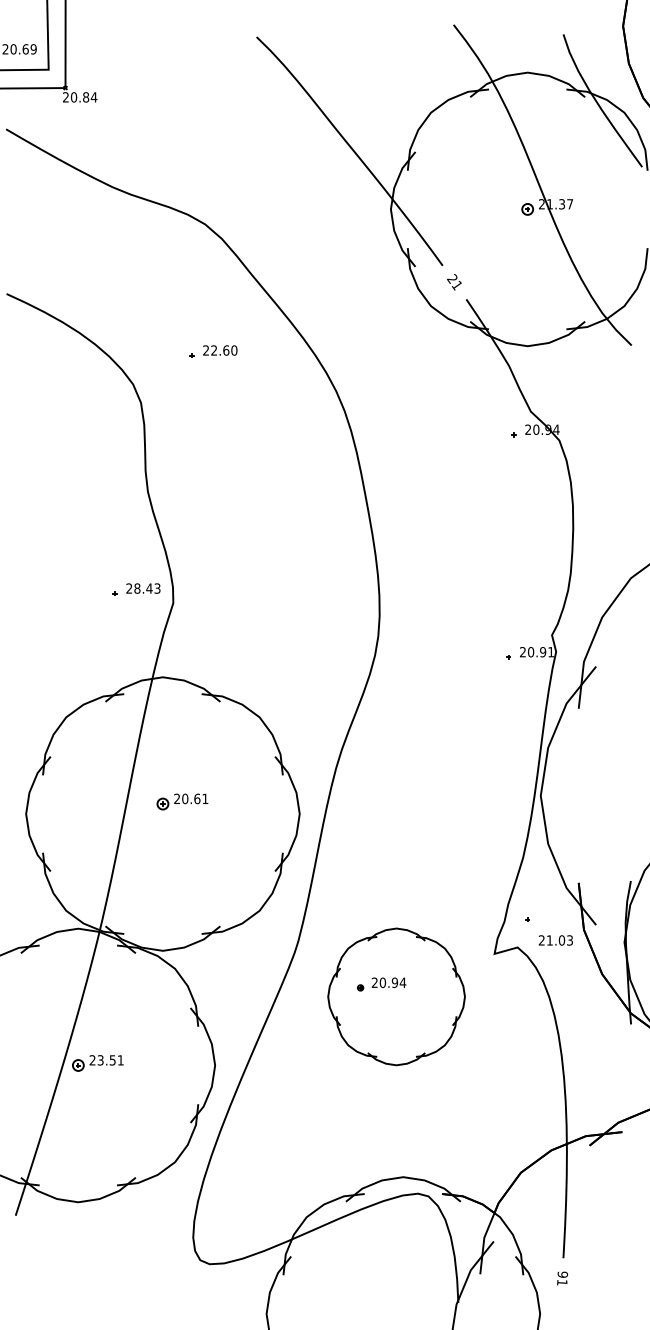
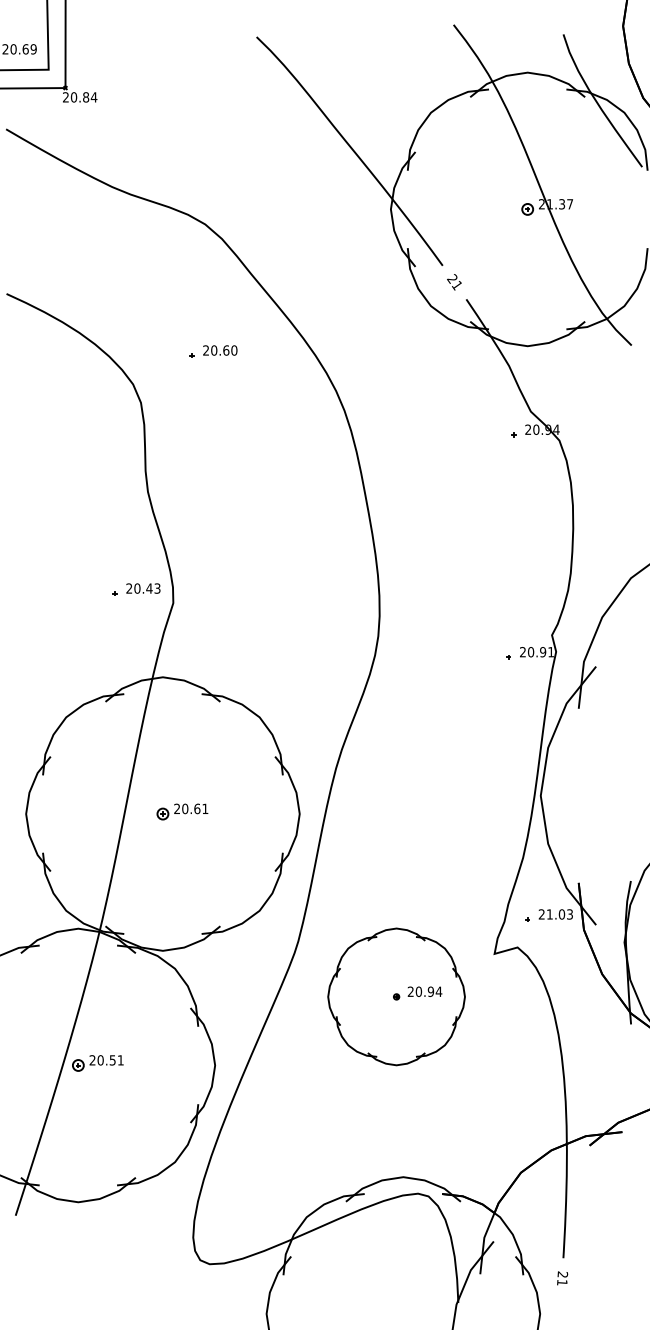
text at (214, 350): 22.60 -> 20.60
text at (137, 588): 28.43 -> 20.43
part at (182, 801) position: (182, 801) -> (182, 811)
text at (555, 940) position: (555, 940) -> (555, 914)
part at (381, 984) position: (381, 984) -> (417, 993)
text at (100, 1060): 23.51 -> 20.51
text at (562, 1274): 91 -> 21
